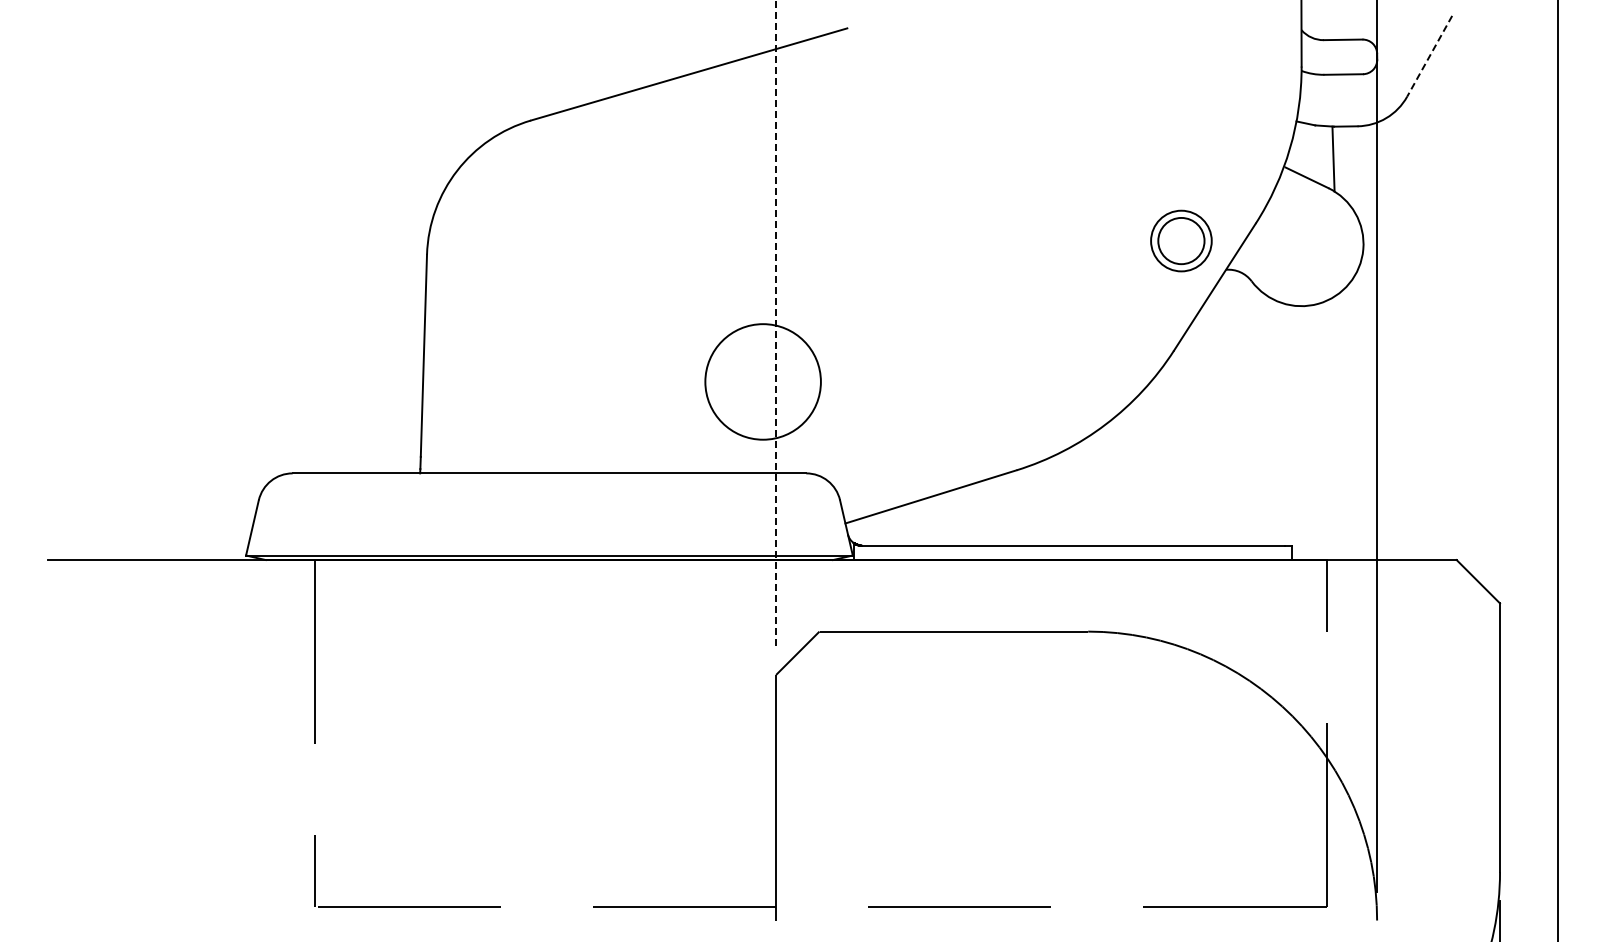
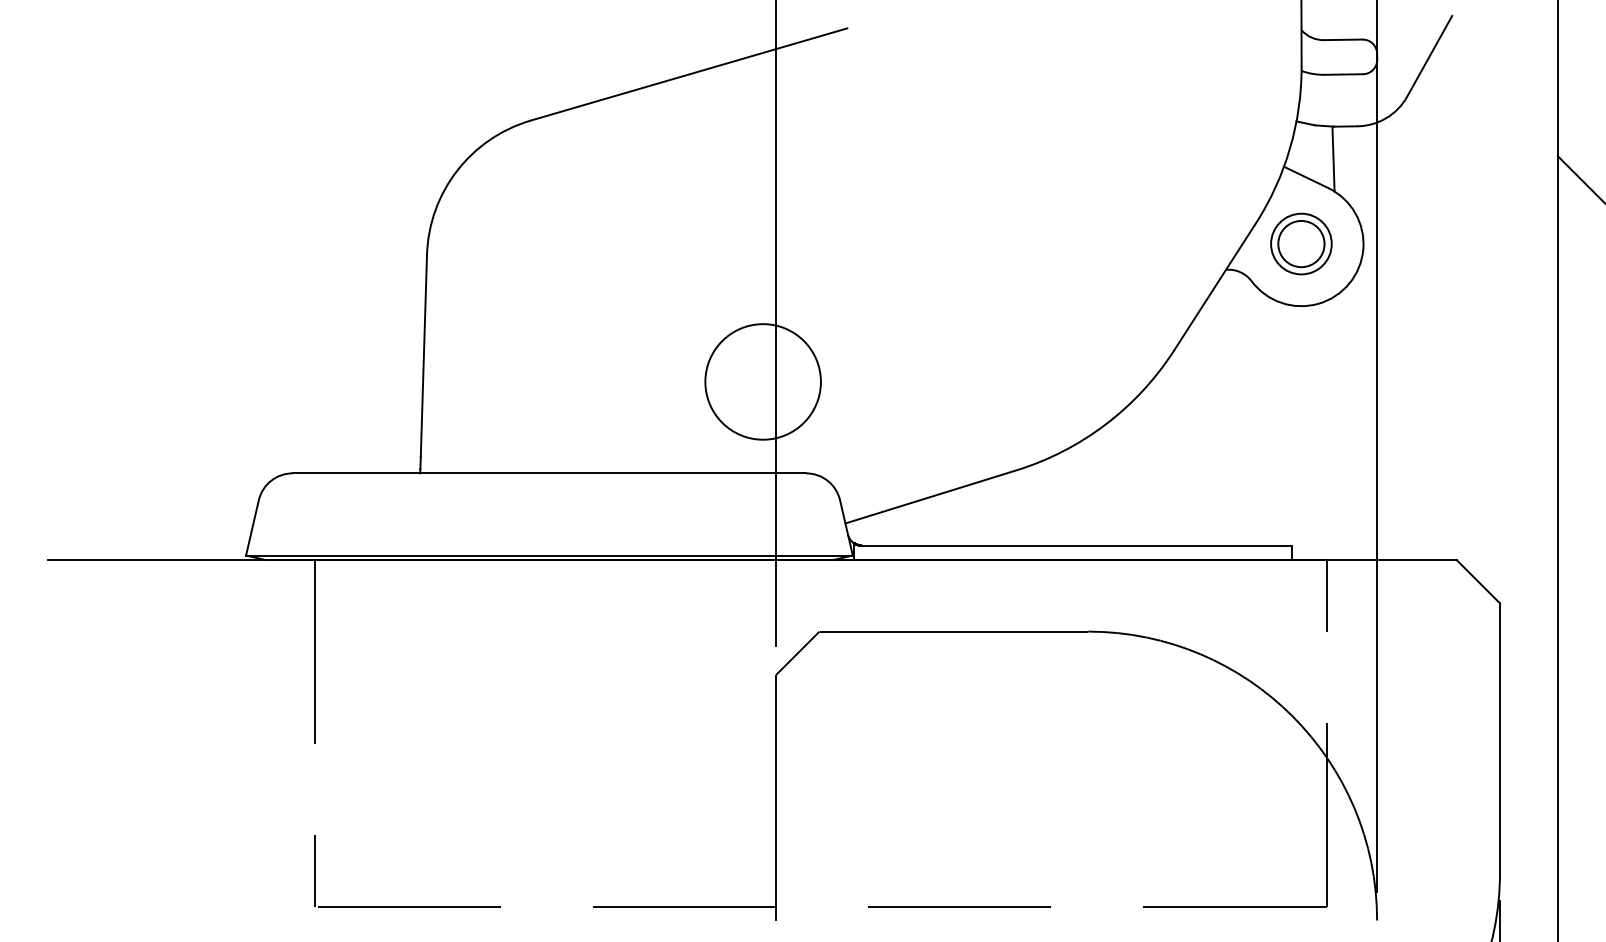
line at (1429, 56): dashed -> solid
line at (1579, 178): none -> present
part at (1181, 240) position: (1181, 240) -> (1301, 243)
line at (776, 323): dashed -> solid
